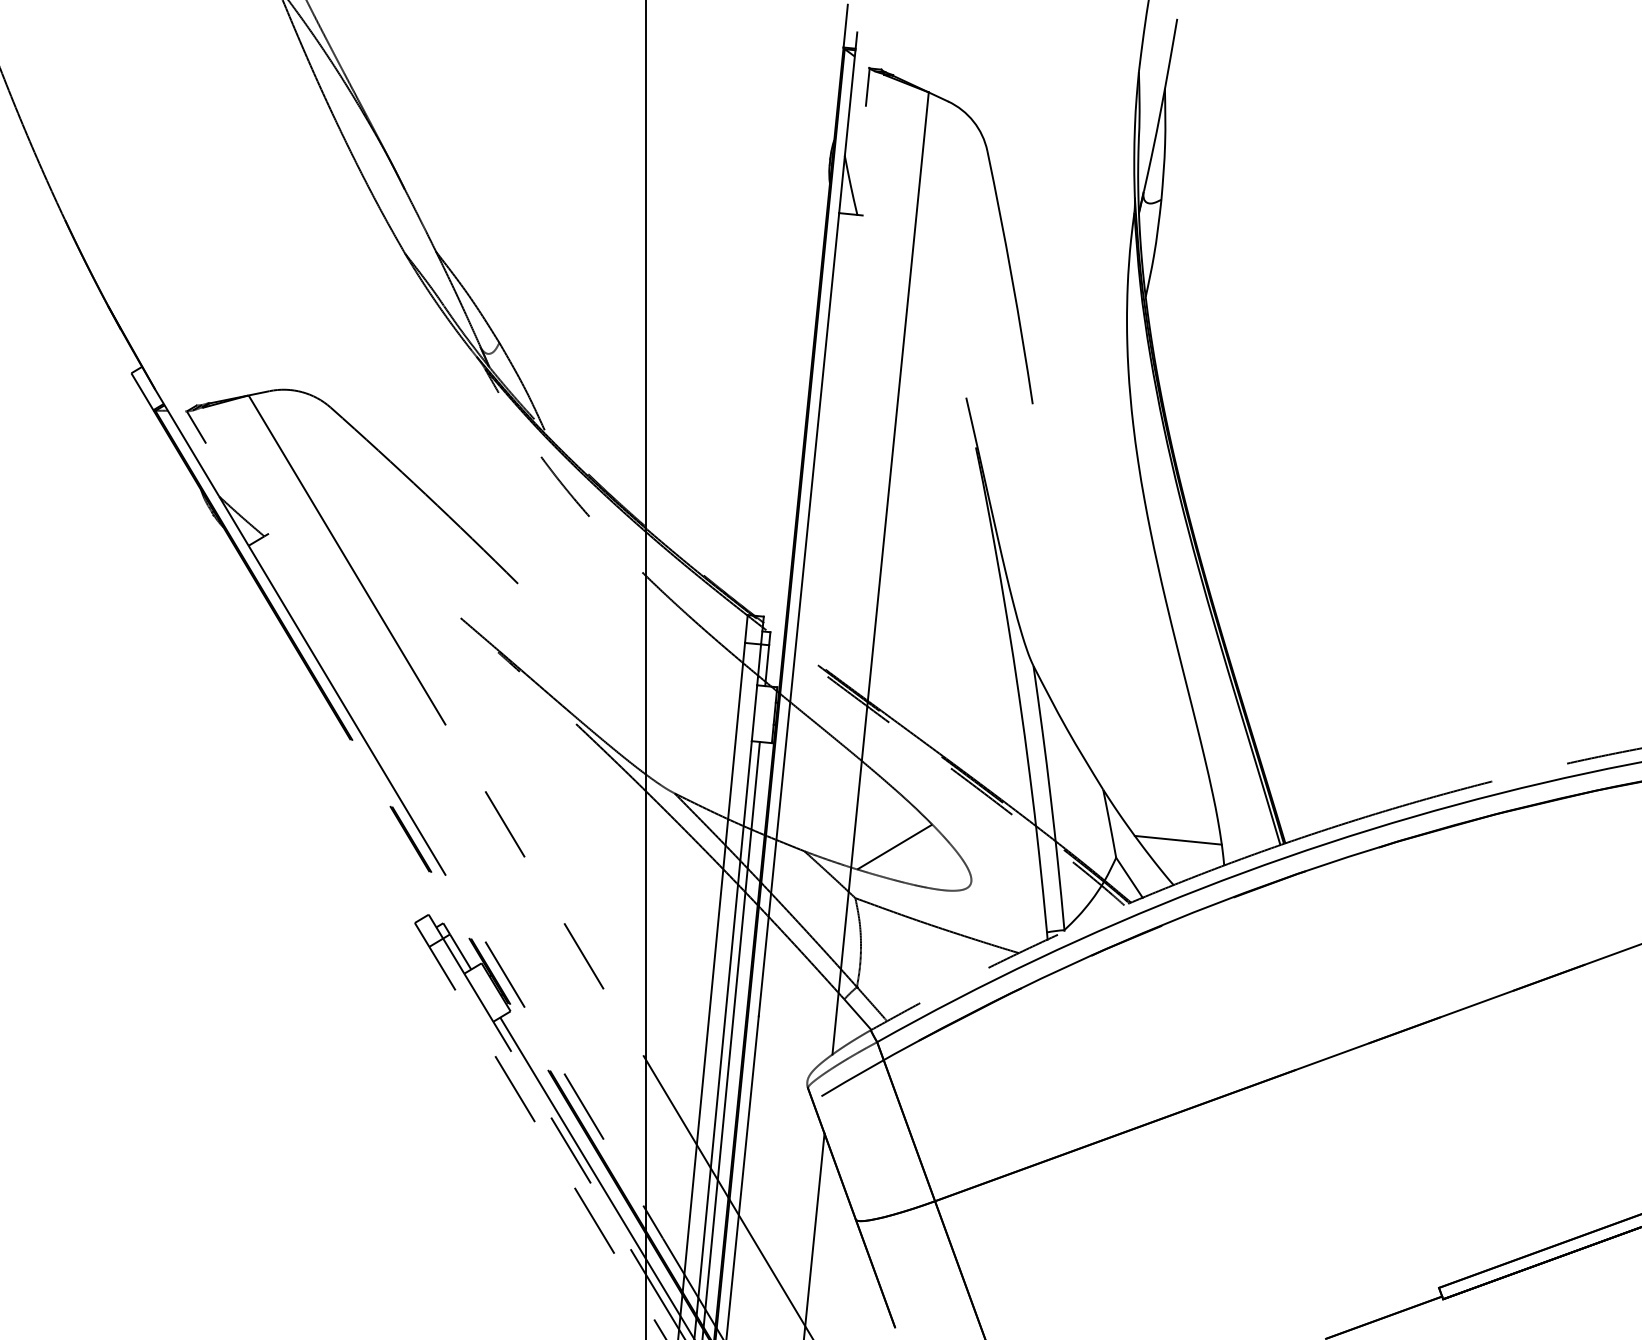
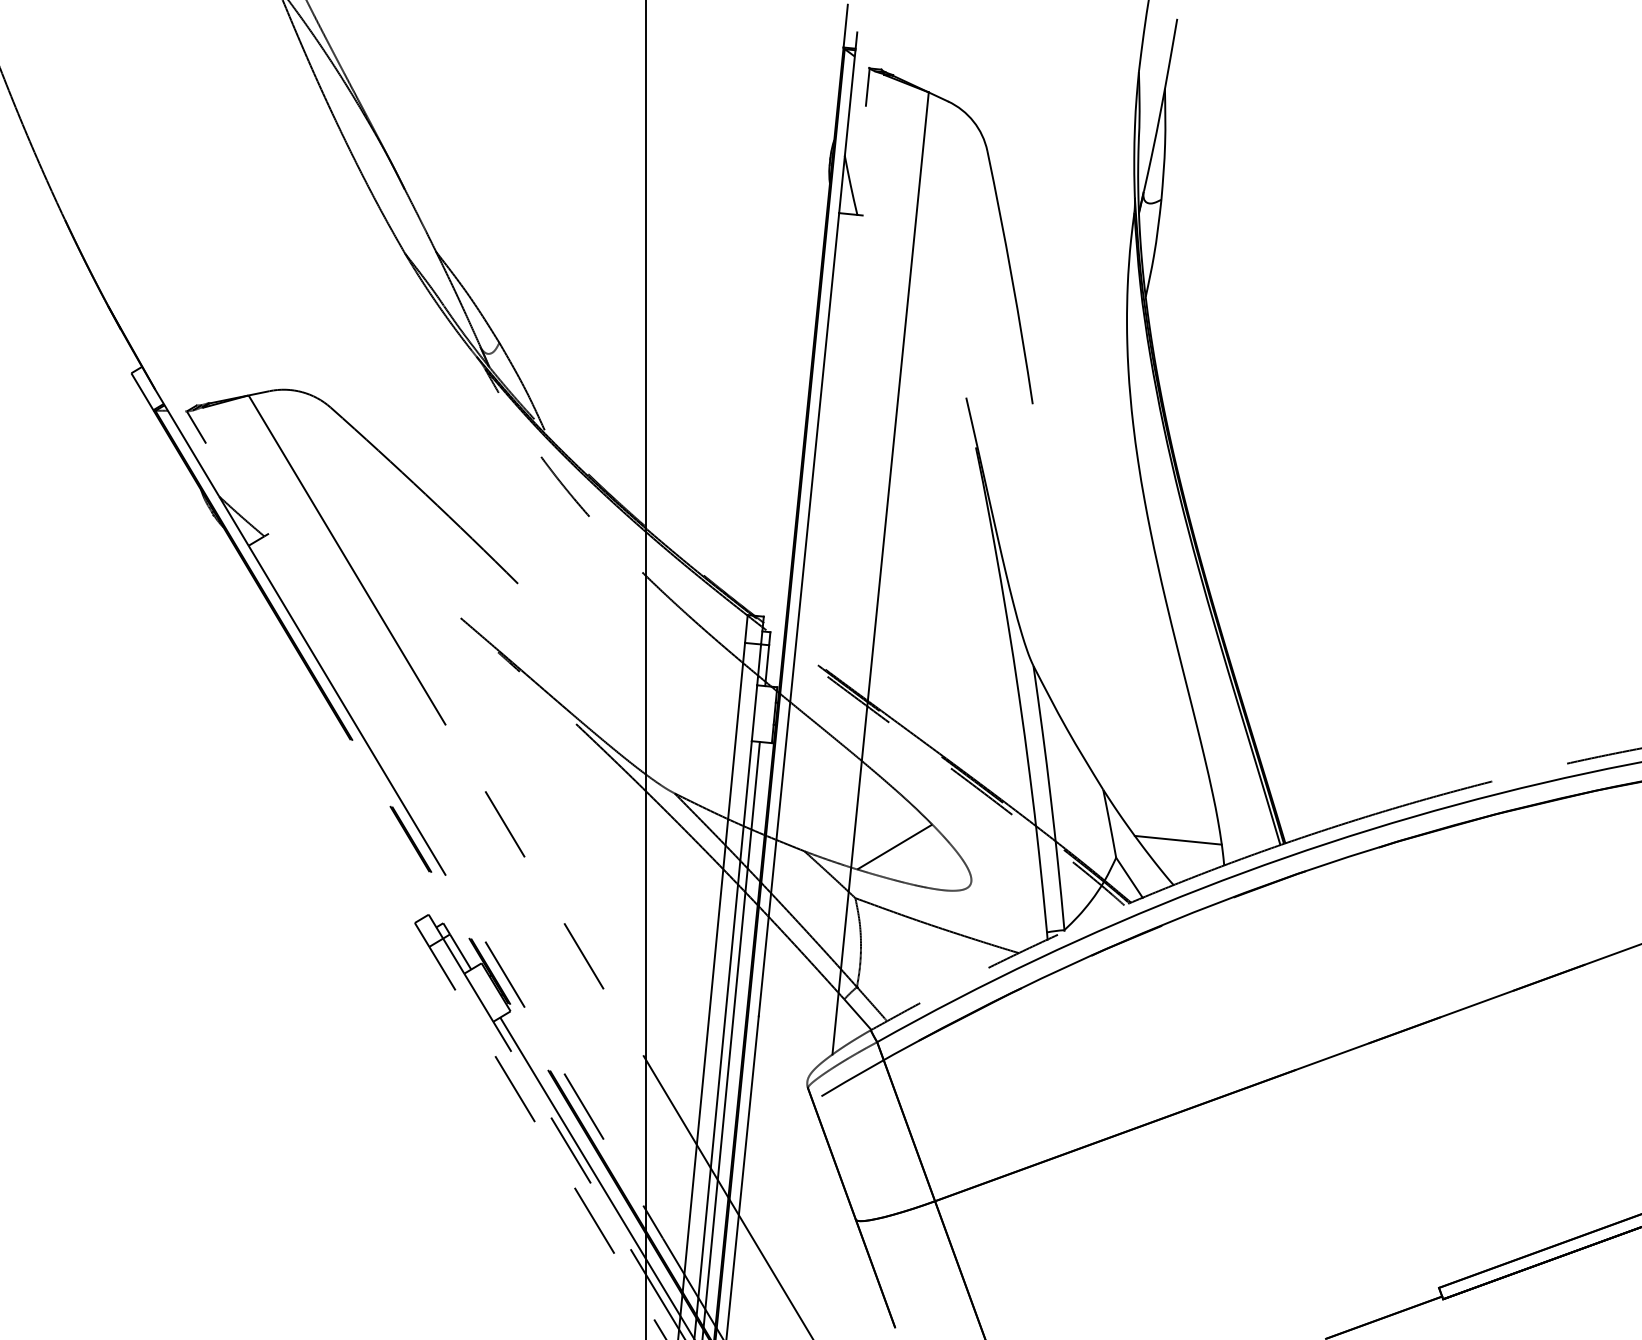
line at (814, 1234): present -> none
